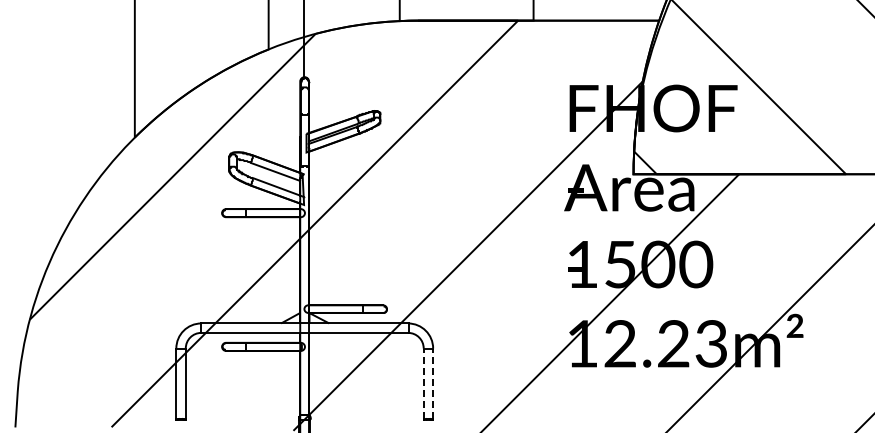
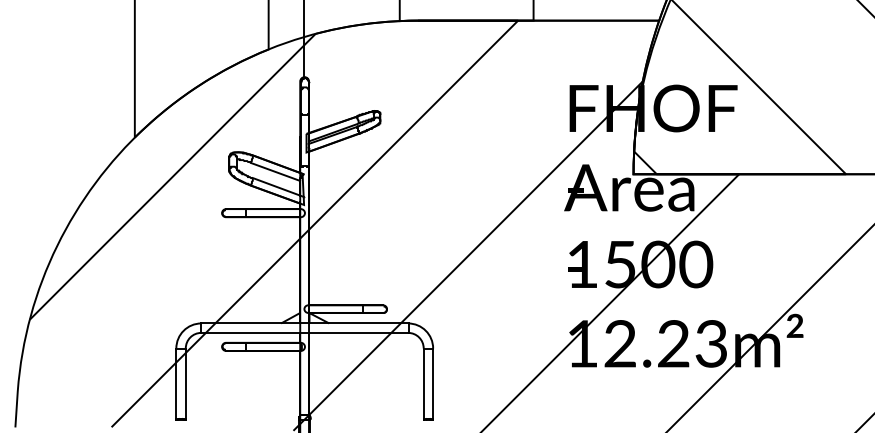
line at (423, 383): dashed -> solid
line at (433, 383): dashed -> solid
